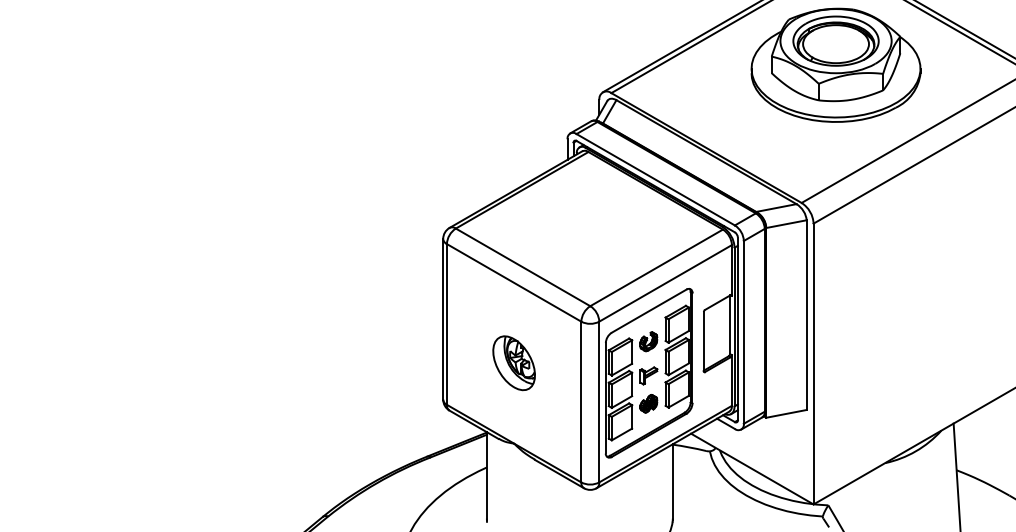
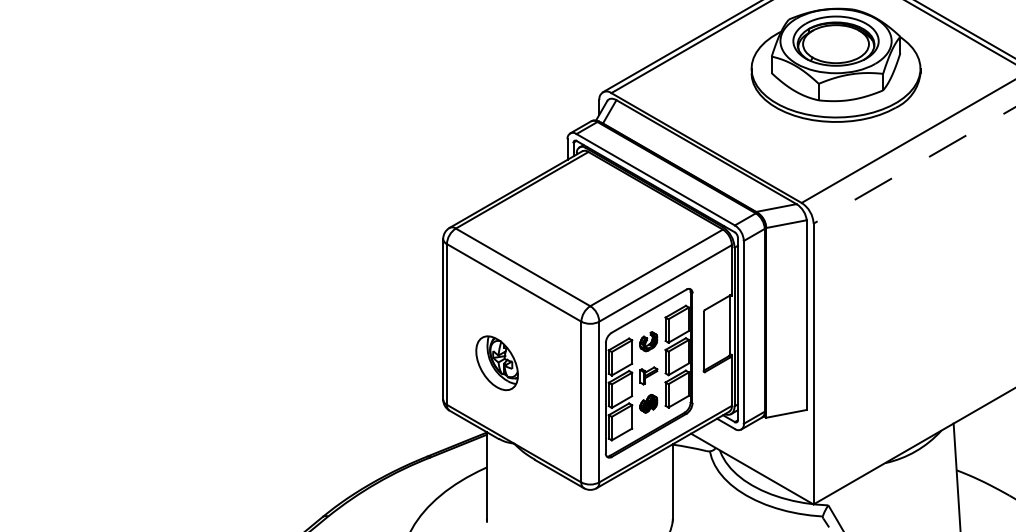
line at (914, 165): solid -> dashed
part at (513, 363) position: (513, 363) -> (496, 363)
